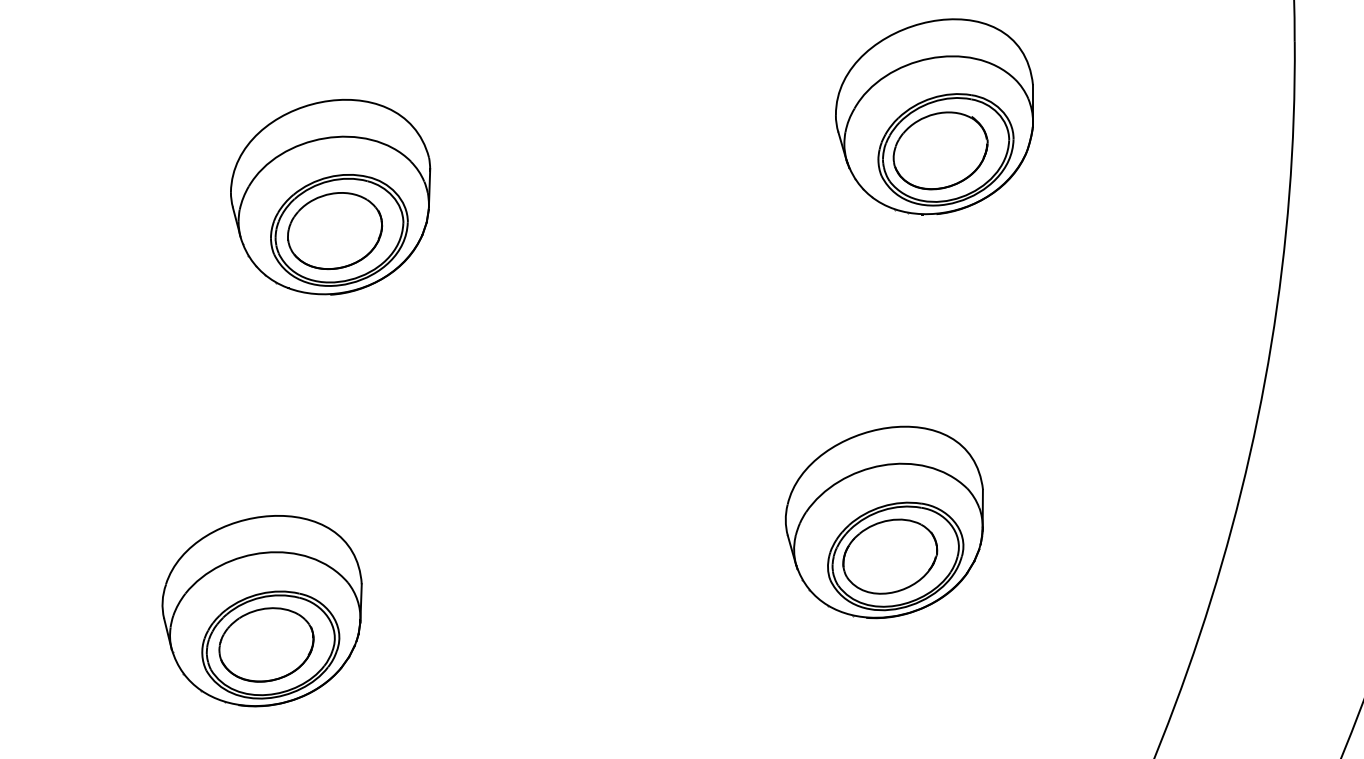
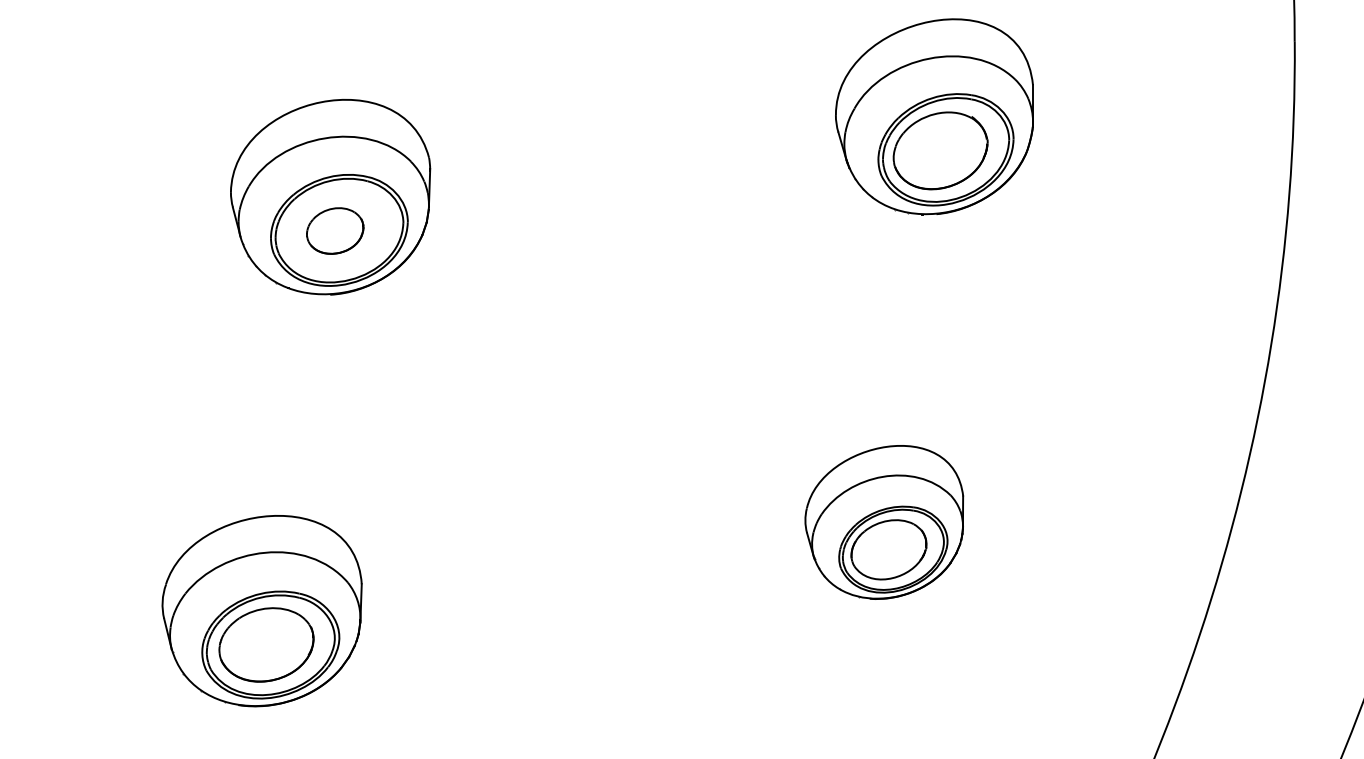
part at (335, 230) size: 97x78 px -> 59x48 px
part at (883, 522) size: 200x195 px -> 161x155 px
